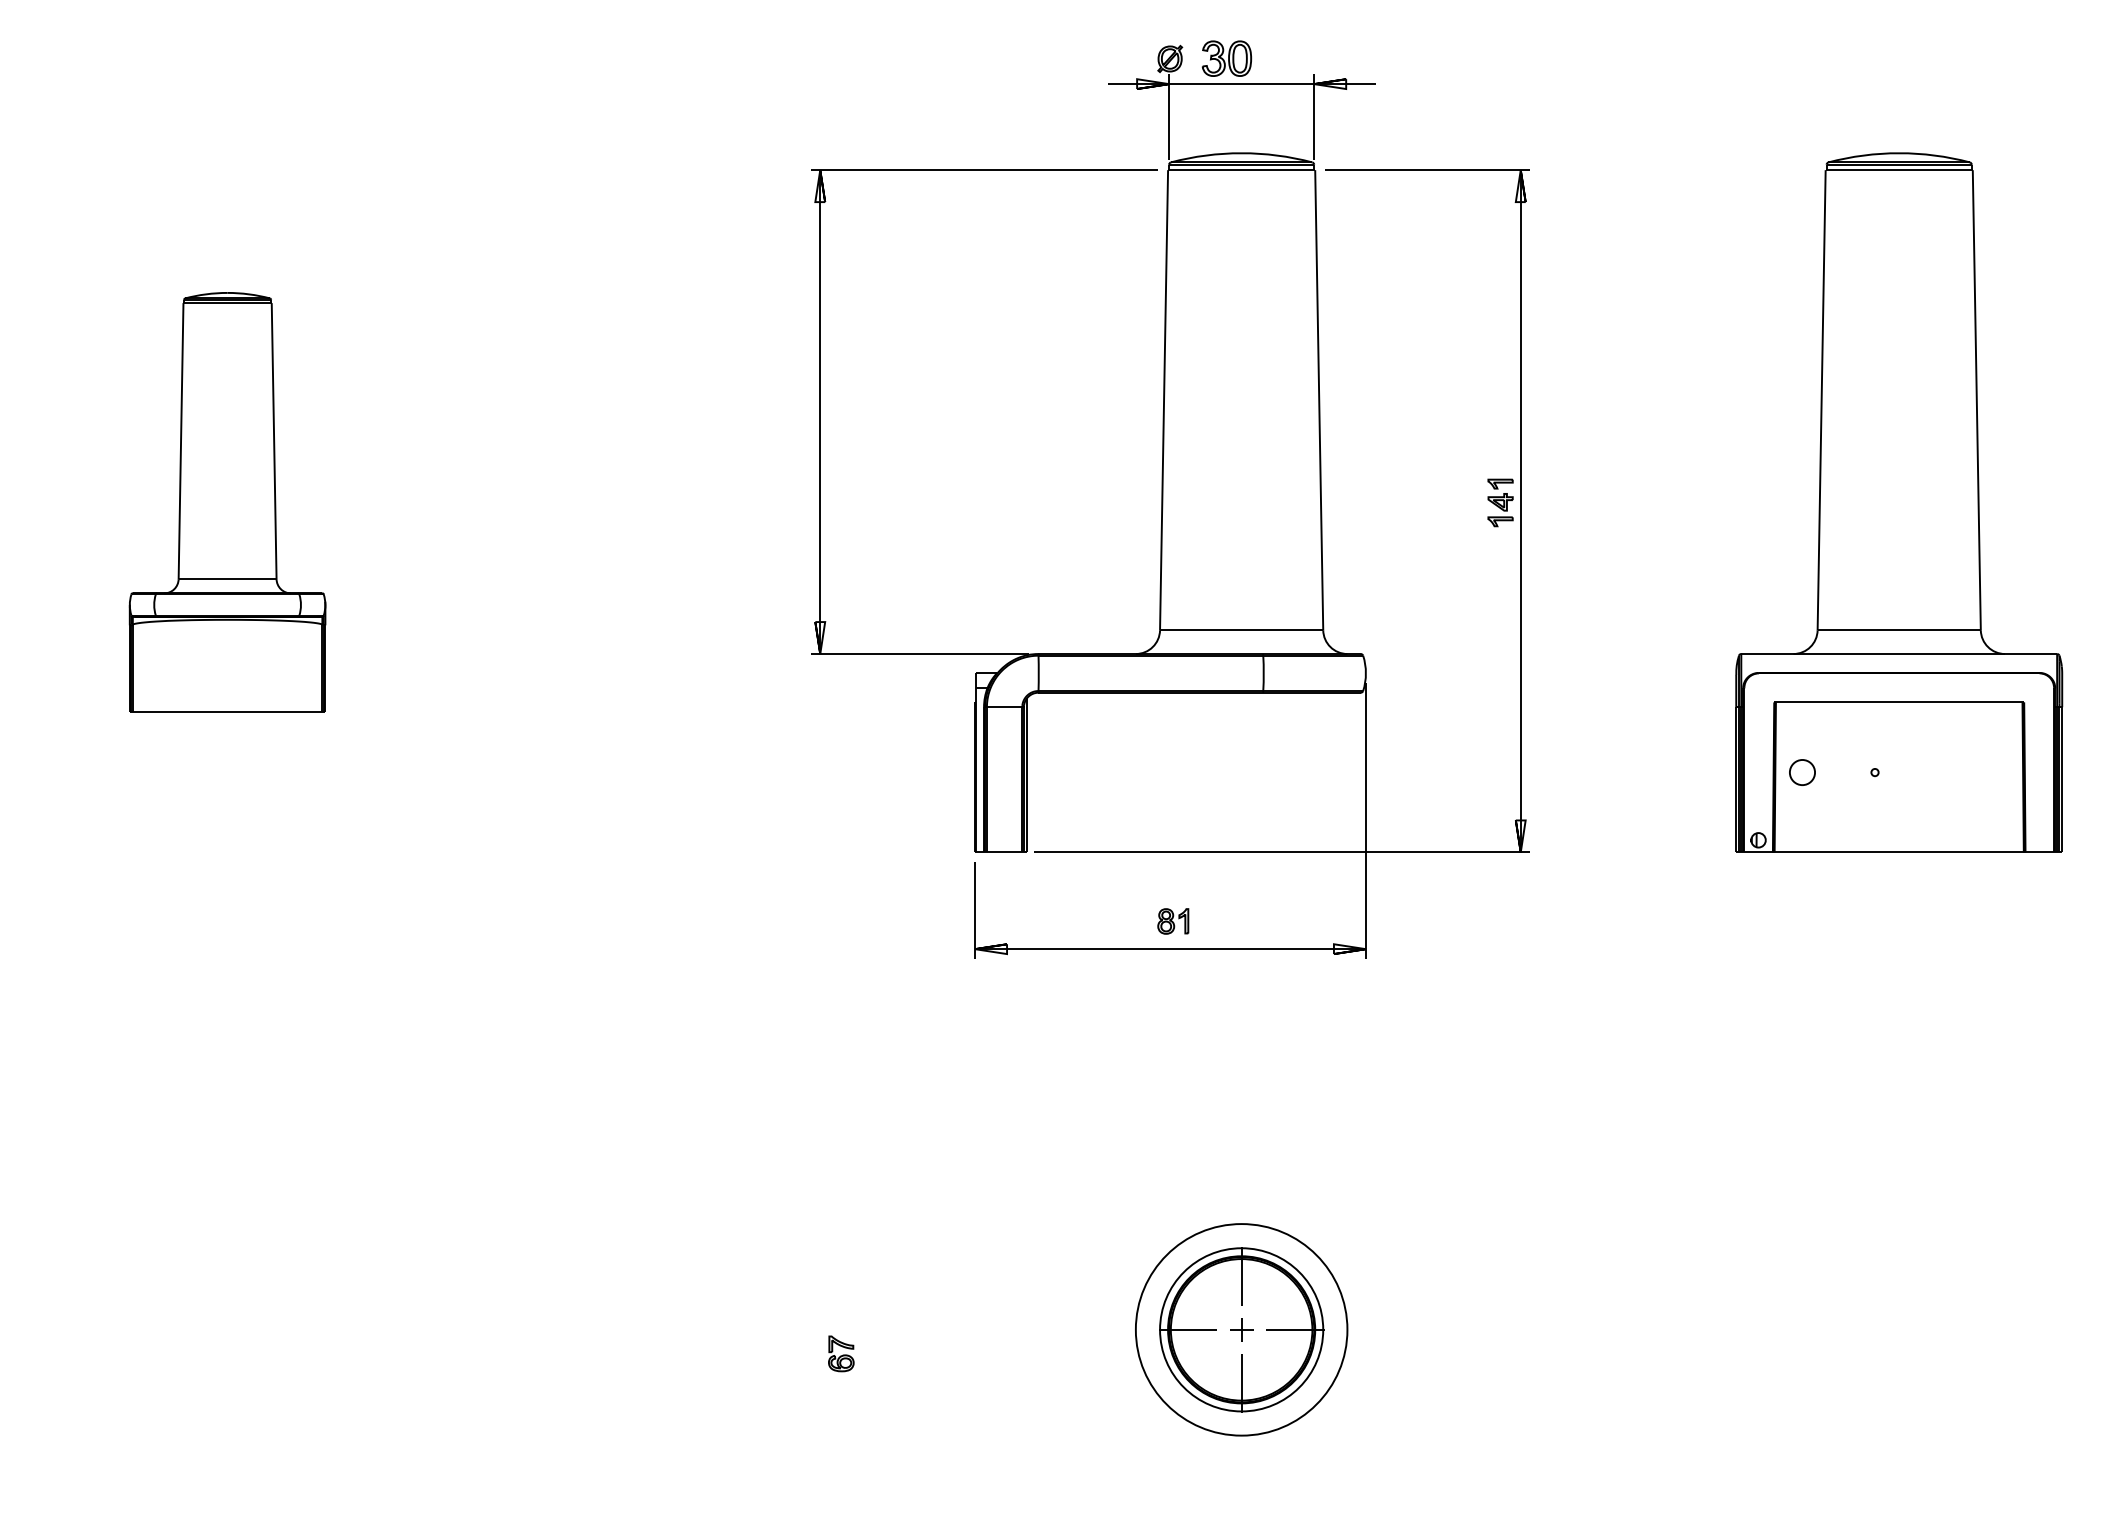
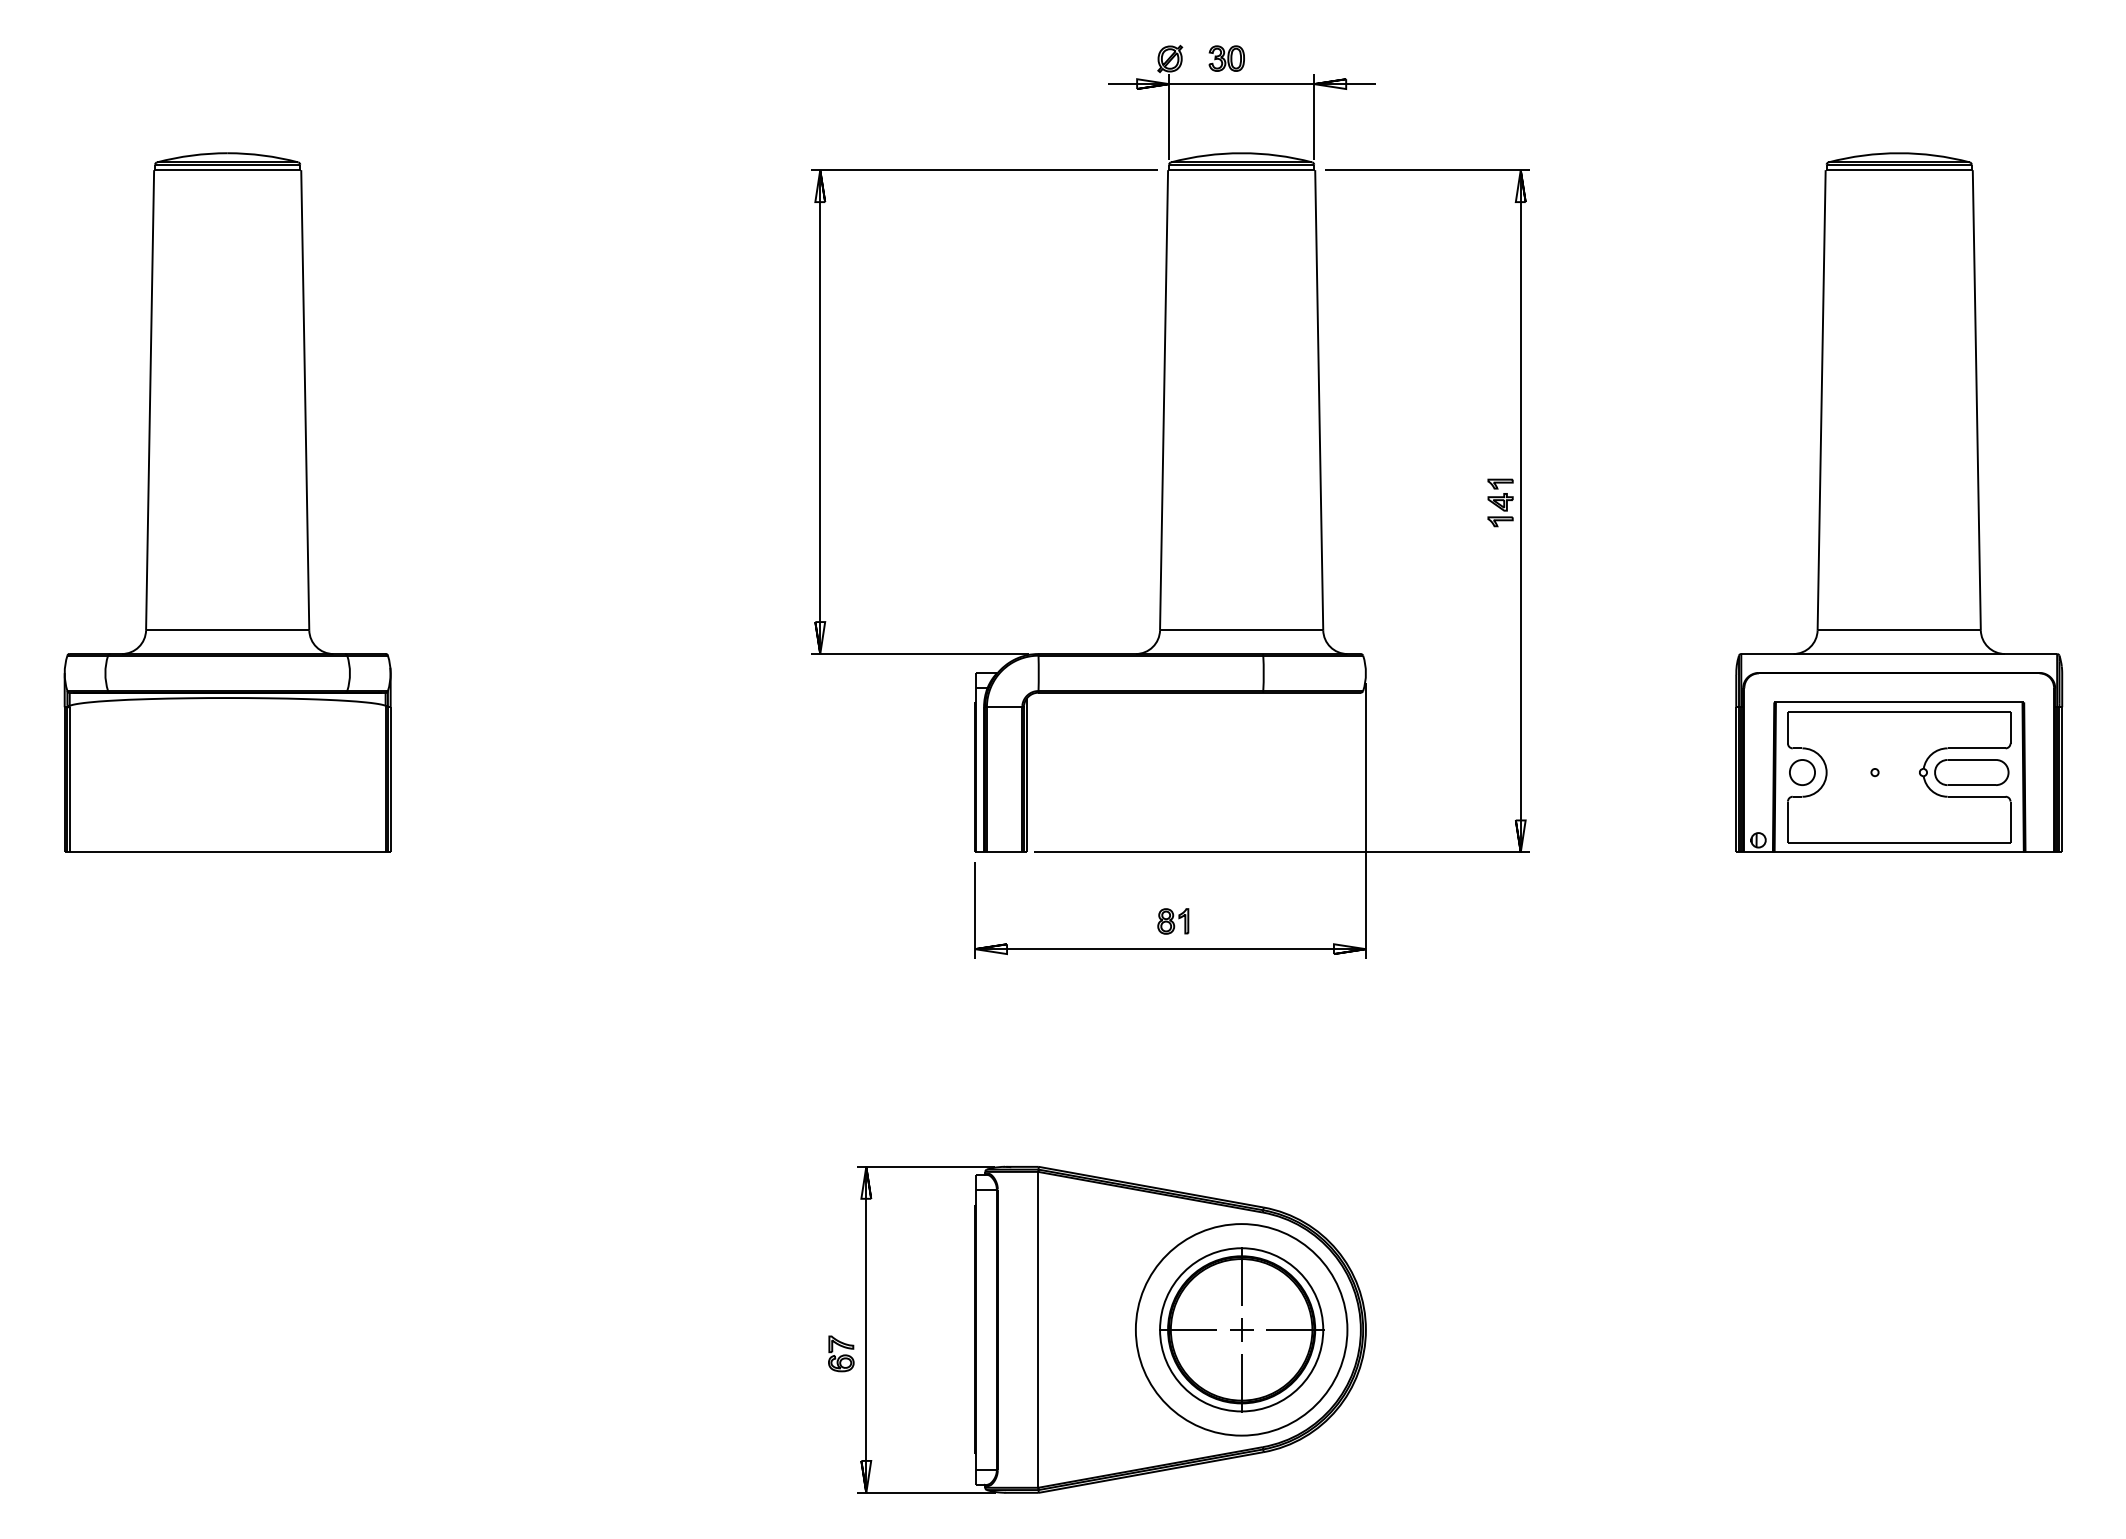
part at (1226, 58) size: 52x37 px -> 37x27 px
part at (227, 502) size: 199x421 px -> 329x701 px
part at (1899, 777): none -> present
part at (1111, 1329): none -> present
